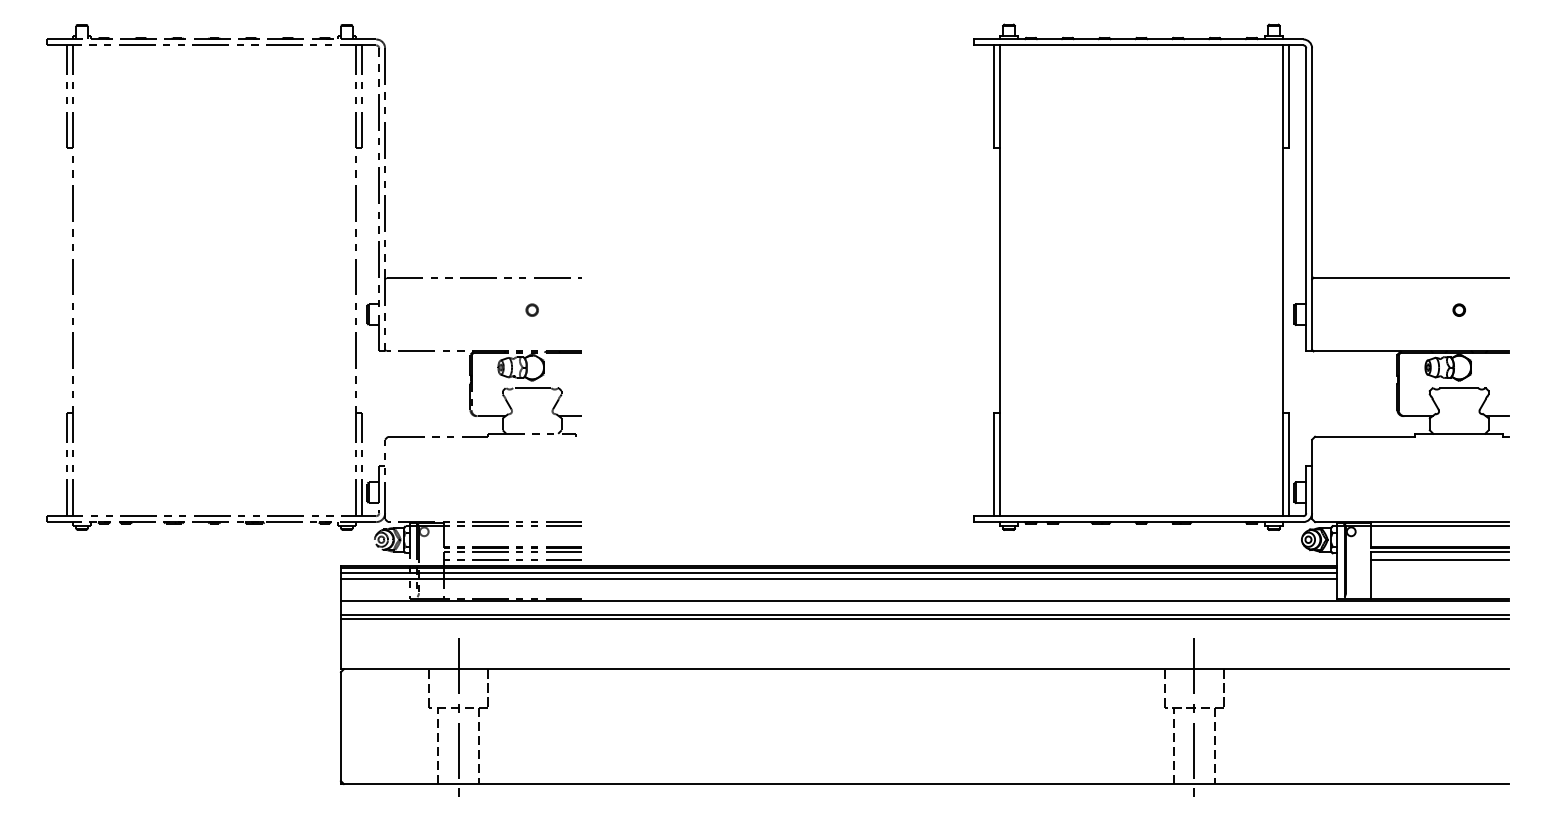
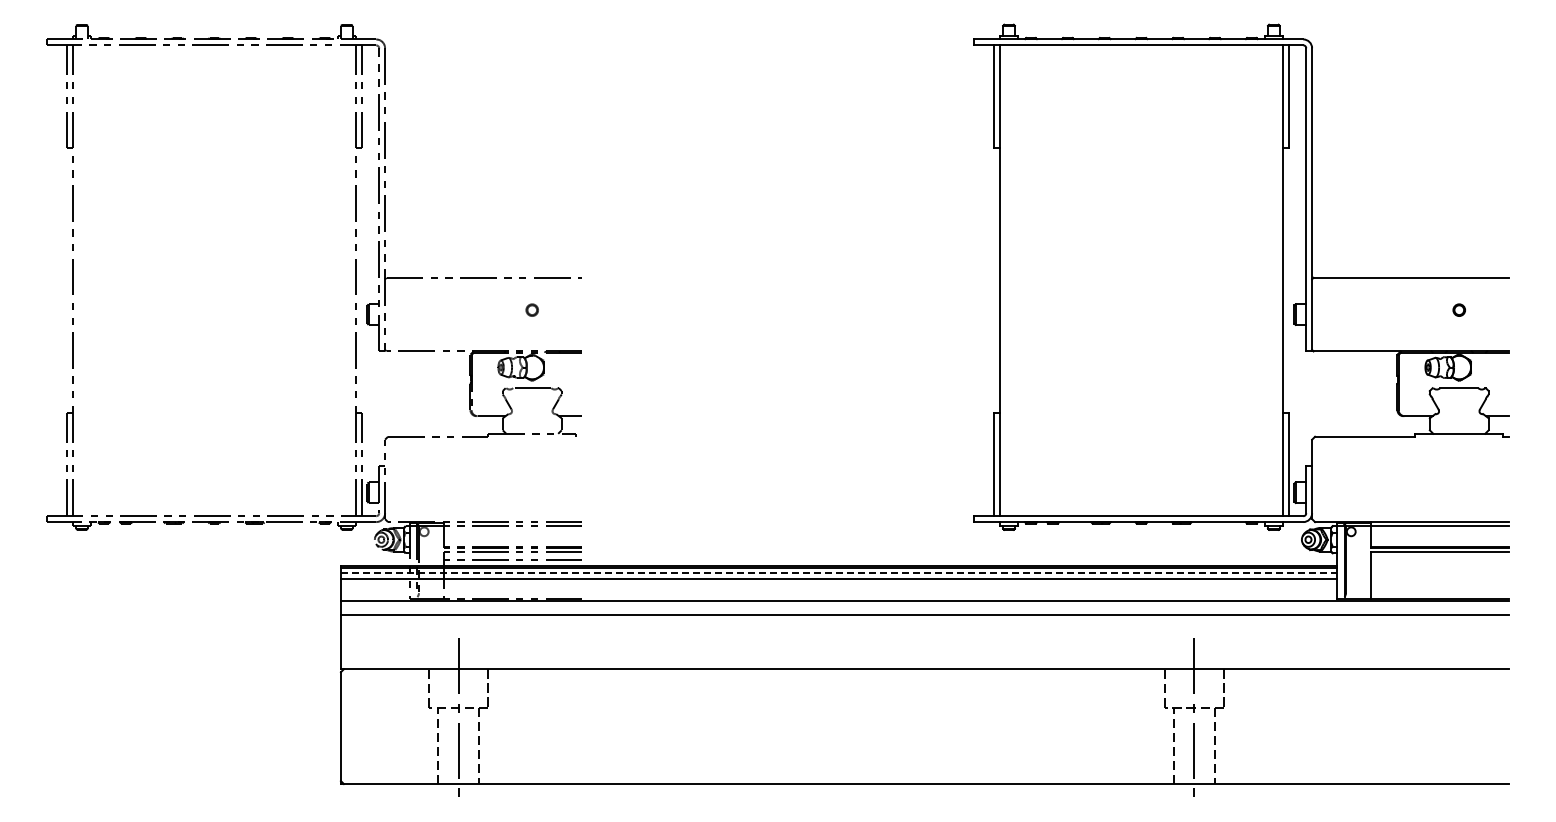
line at (1440, 560): present -> none
line at (839, 572): solid -> dashed
line at (924, 619): present -> none
